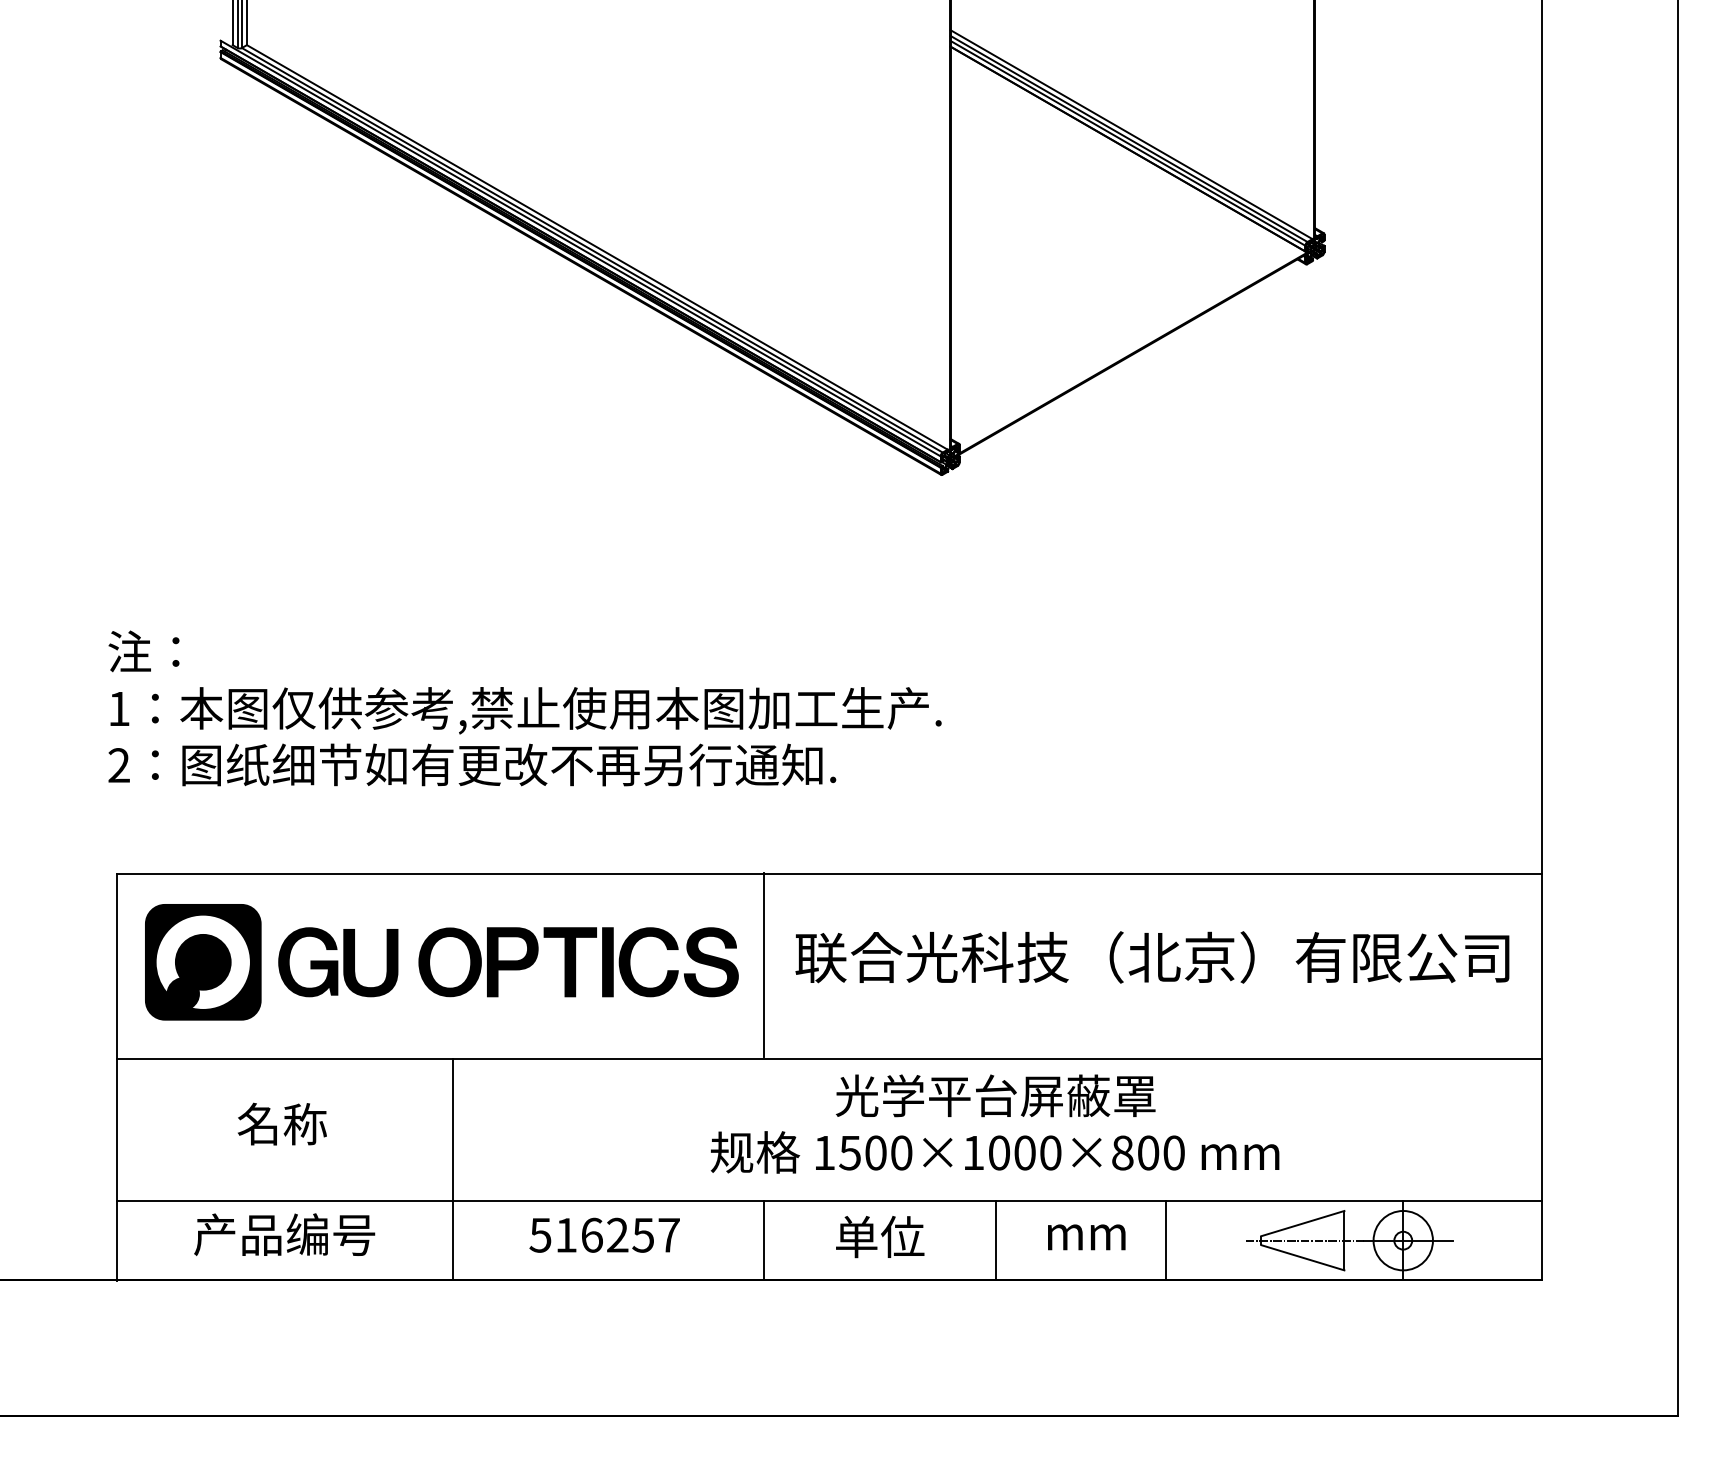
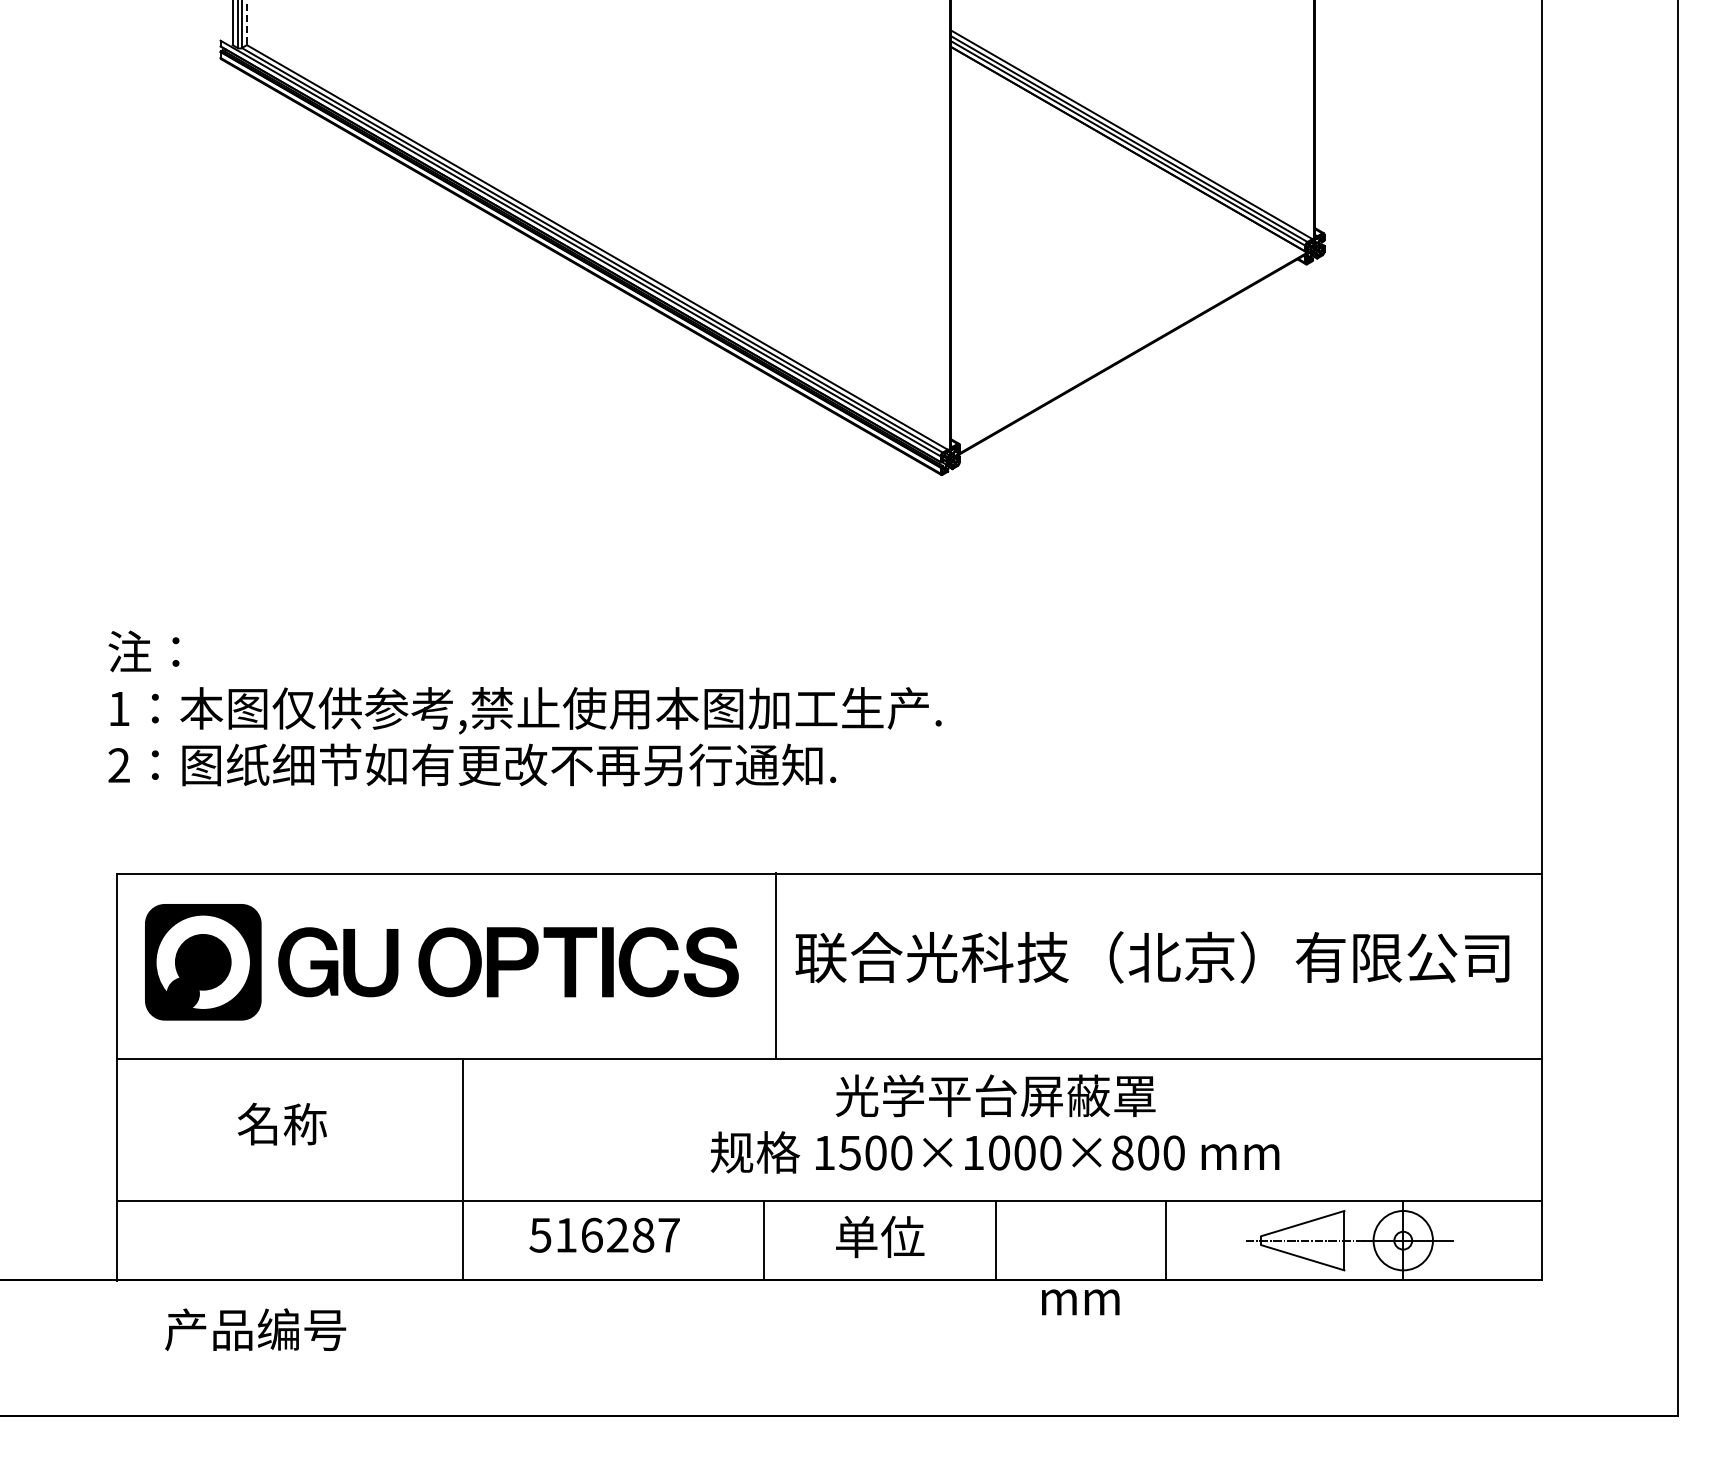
line at (246, 23): solid -> dashed
line at (763, 965) position: (763, 965) -> (775, 965)
line at (453, 1169) position: (453, 1169) -> (463, 1169)
text at (284, 1234) position: (284, 1234) -> (255, 1329)
text at (643, 1234): 516257 -> 516287
text at (1086, 1237) position: (1086, 1237) -> (1080, 1302)
